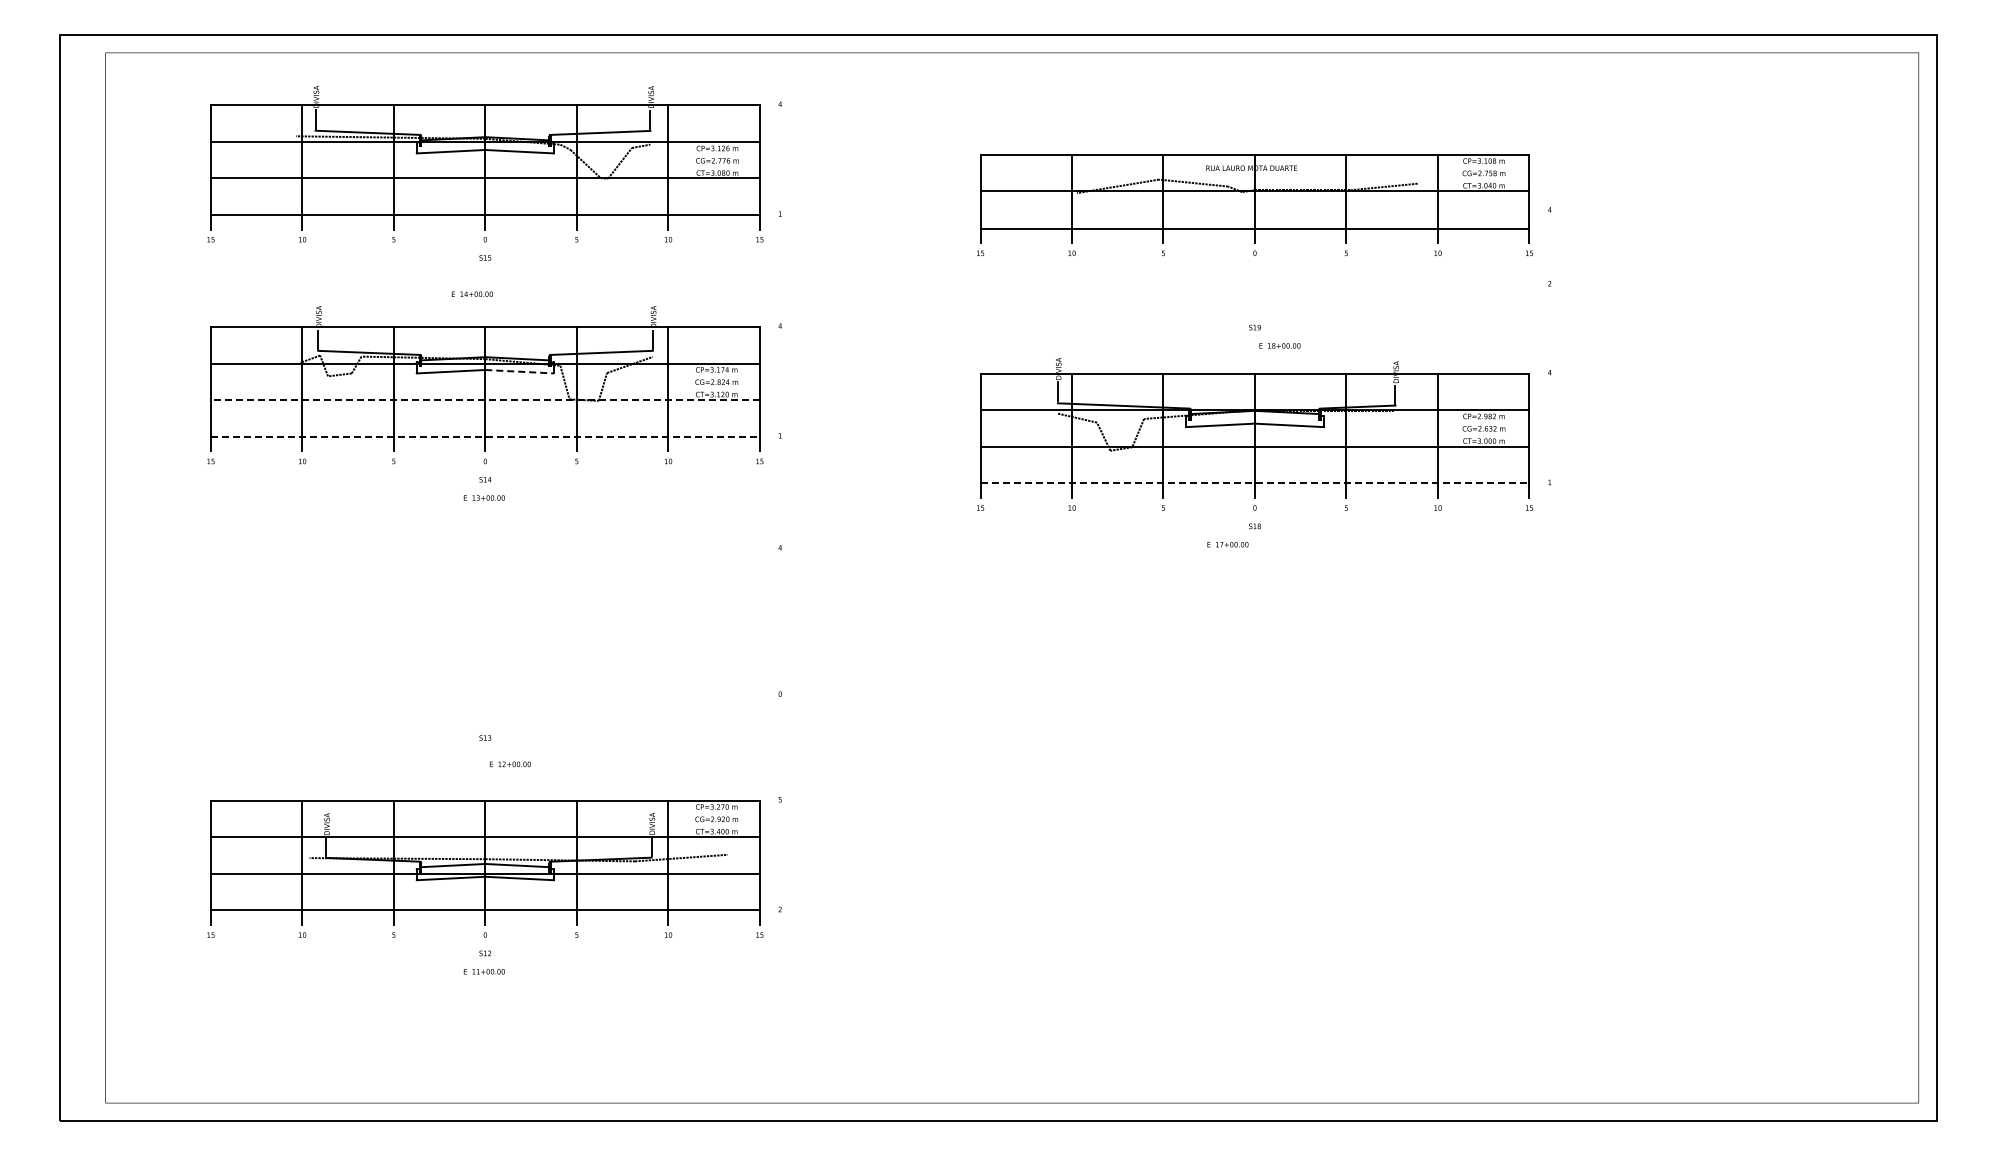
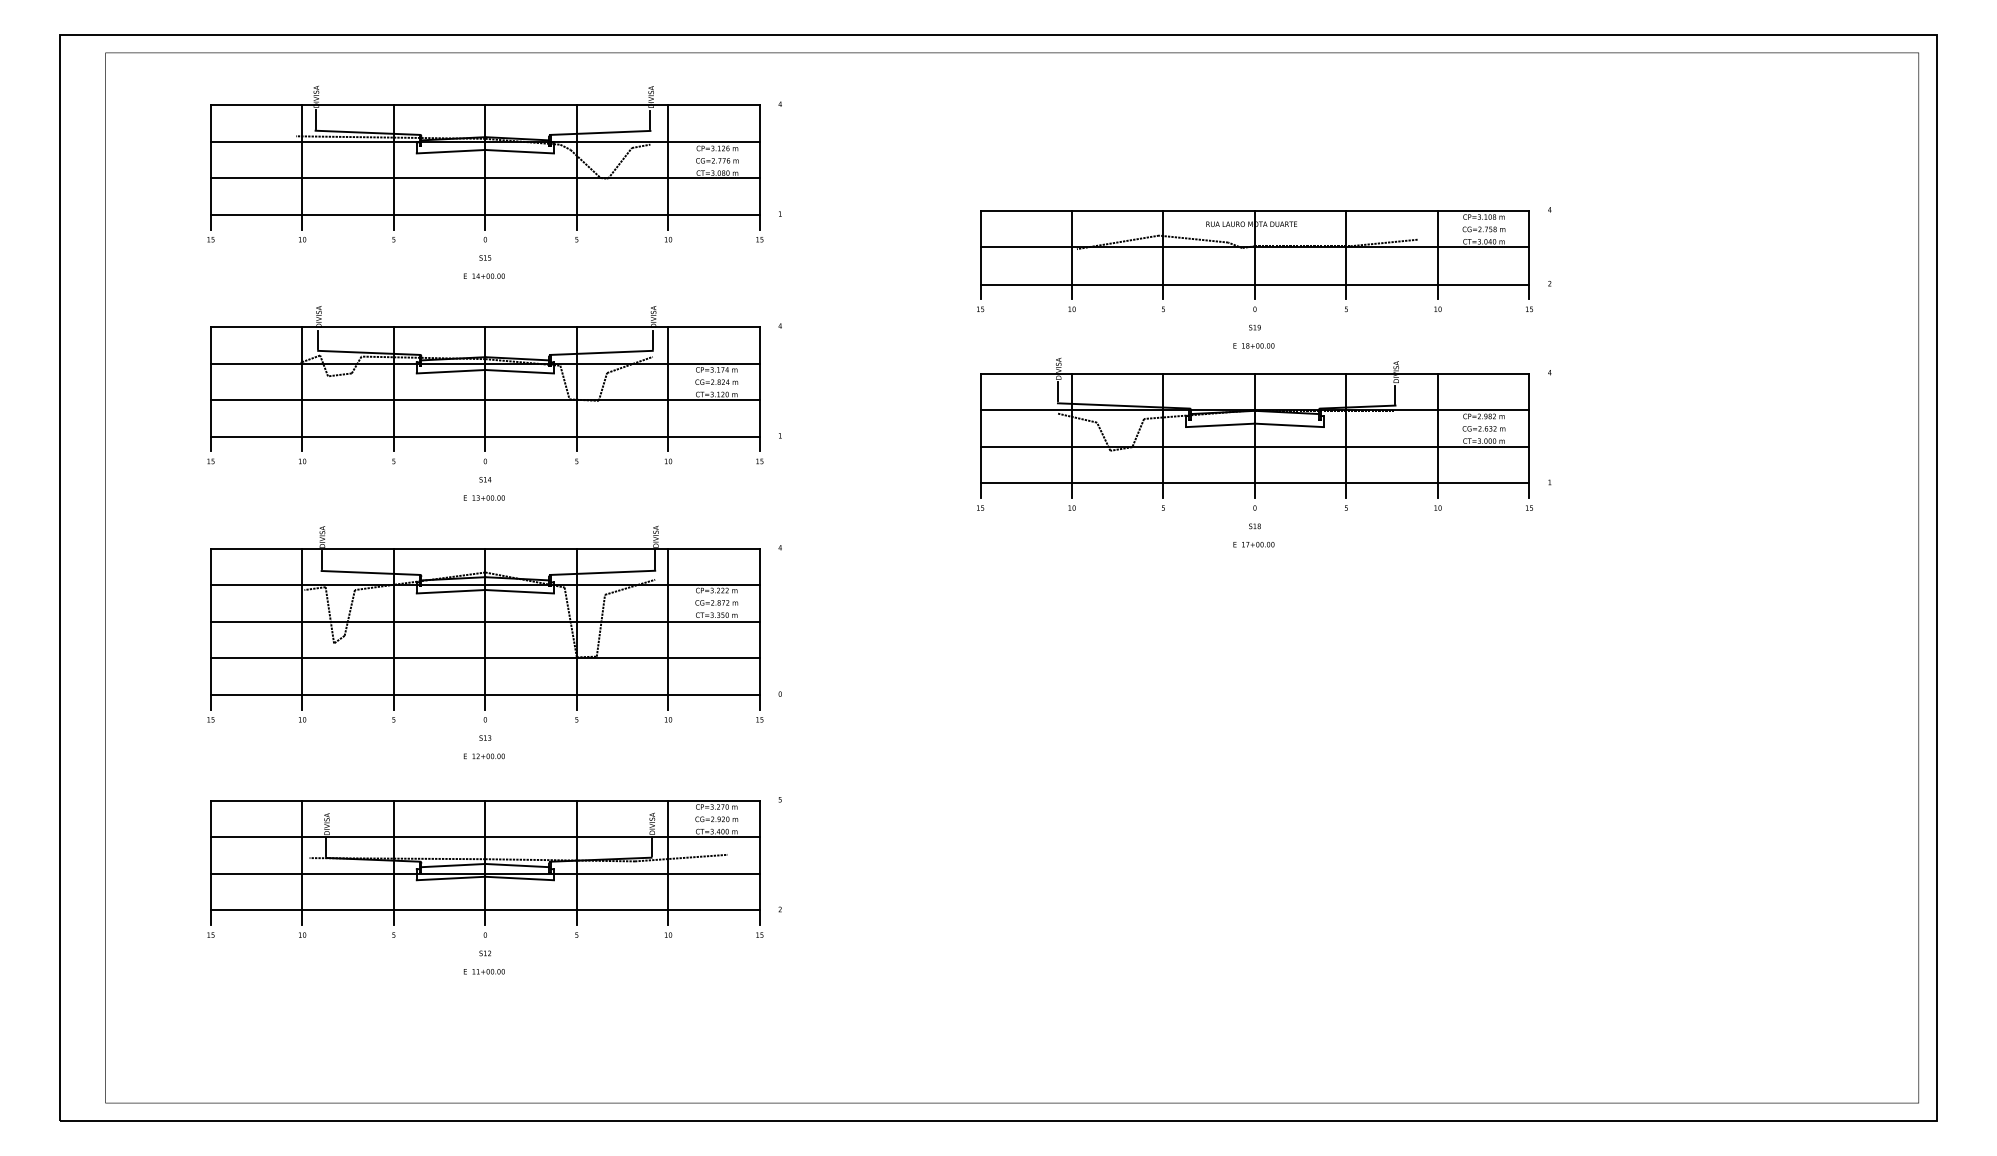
part at (1254, 205) position: (1254, 205) -> (1254, 261)
text at (471, 293) position: (471, 293) -> (483, 275)
text at (1279, 345) position: (1279, 345) -> (1253, 345)
line at (520, 371): dashed -> solid
line at (484, 400): dashed -> solid
line at (485, 436): dashed -> solid
line at (1255, 483): dashed -> solid
text at (1227, 544) position: (1227, 544) -> (1253, 544)
part at (485, 623): none -> present
text at (509, 764) position: (509, 764) -> (483, 756)
